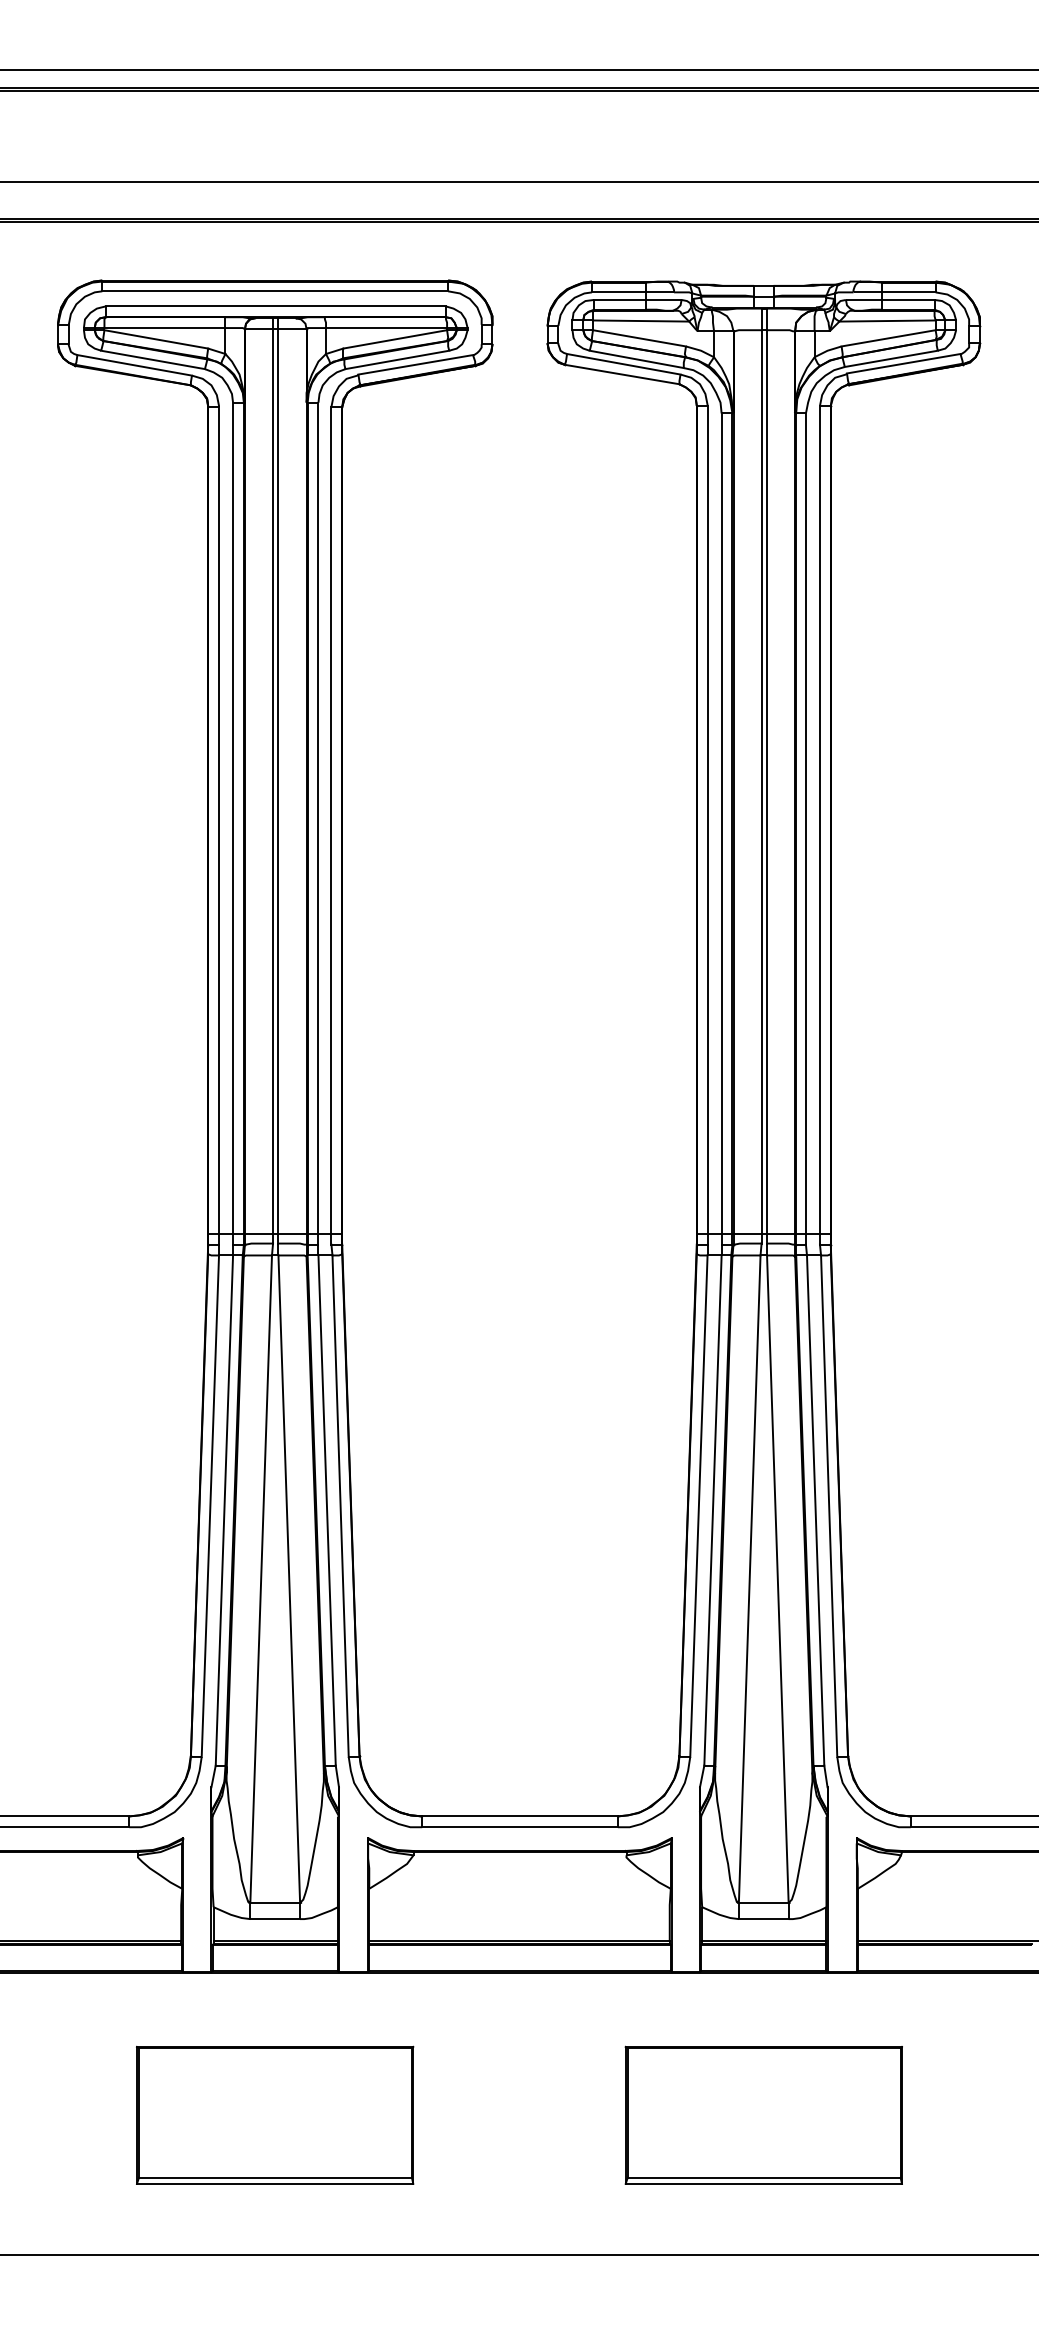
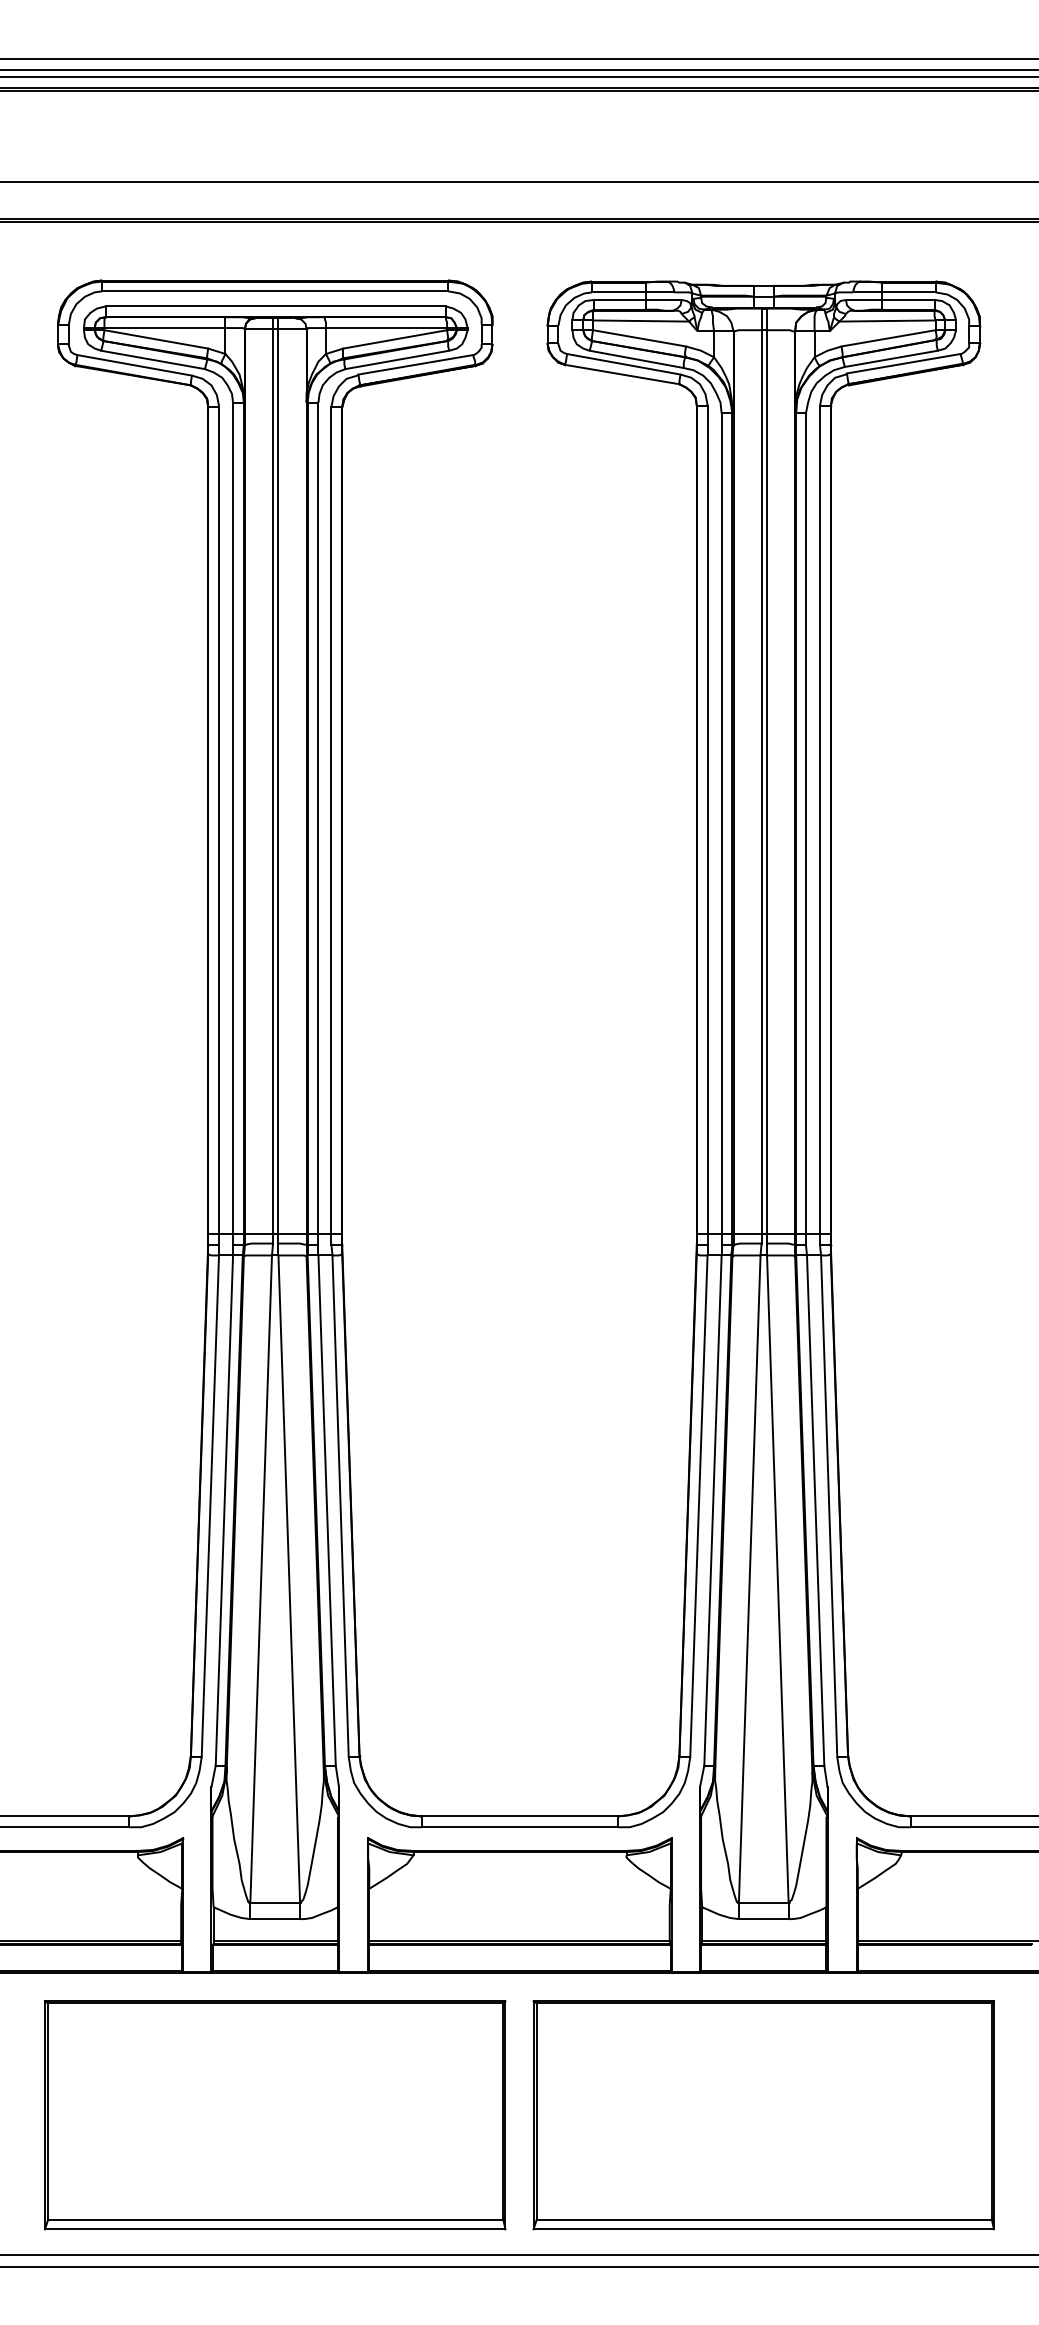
line at (518, 58): none -> present
line at (518, 77): none -> present
part at (275, 2114) size: 279x140 px -> 464x231 px
part at (763, 2114) size: 279x140 px -> 464x231 px
line at (518, 2267): none -> present
